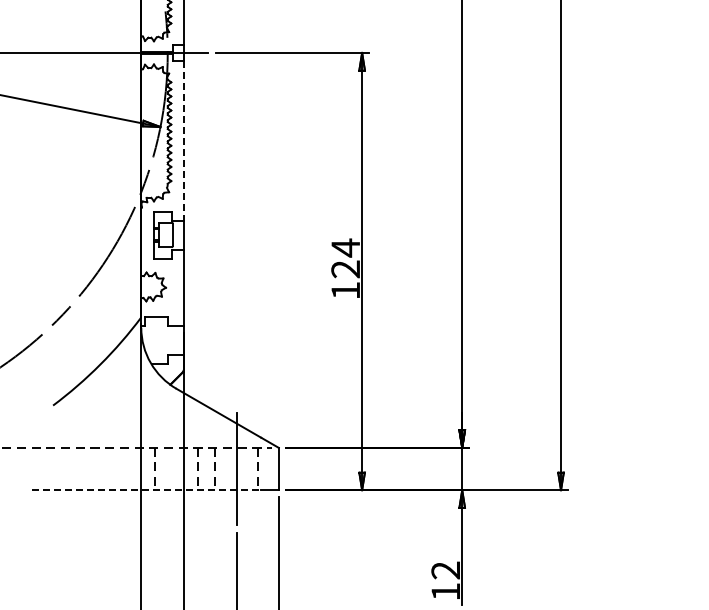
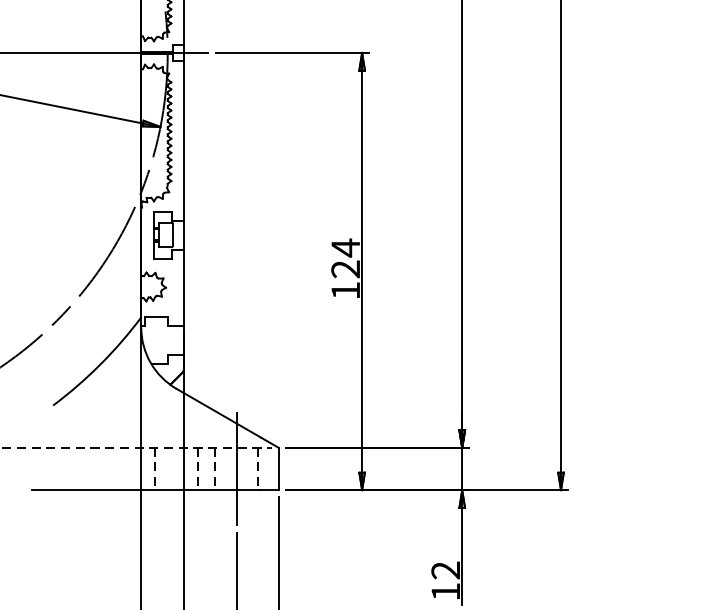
line at (183, 140): dashed -> solid
line at (146, 490): dashed -> solid
